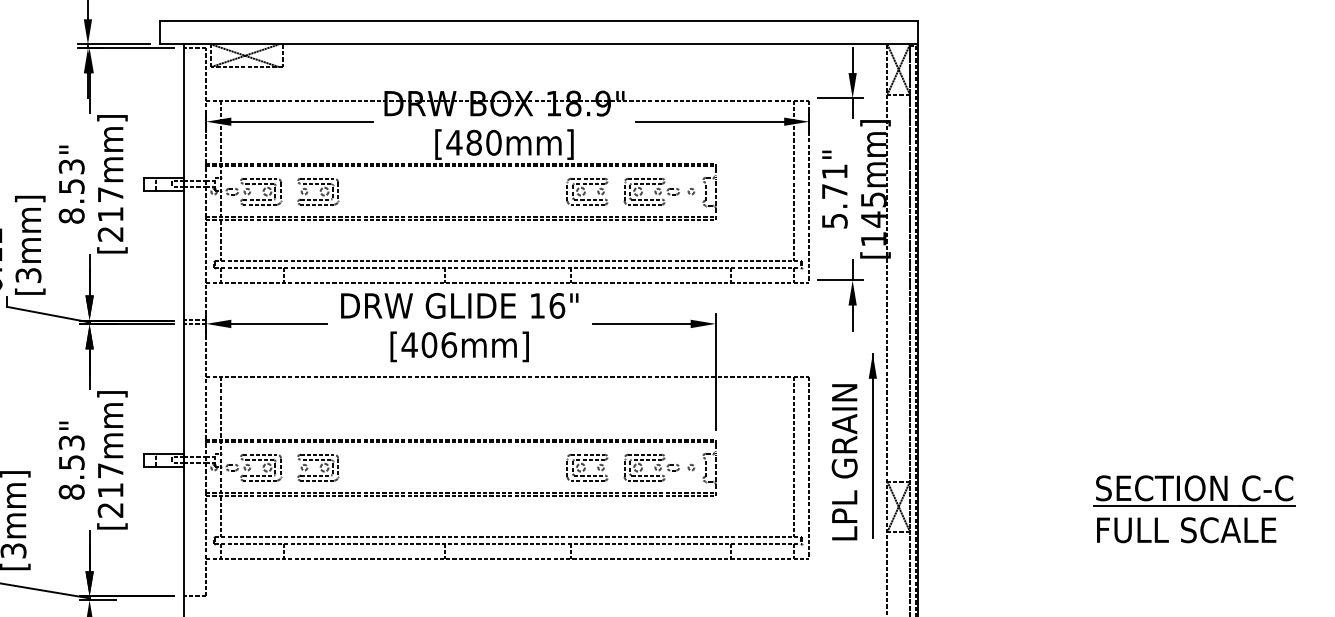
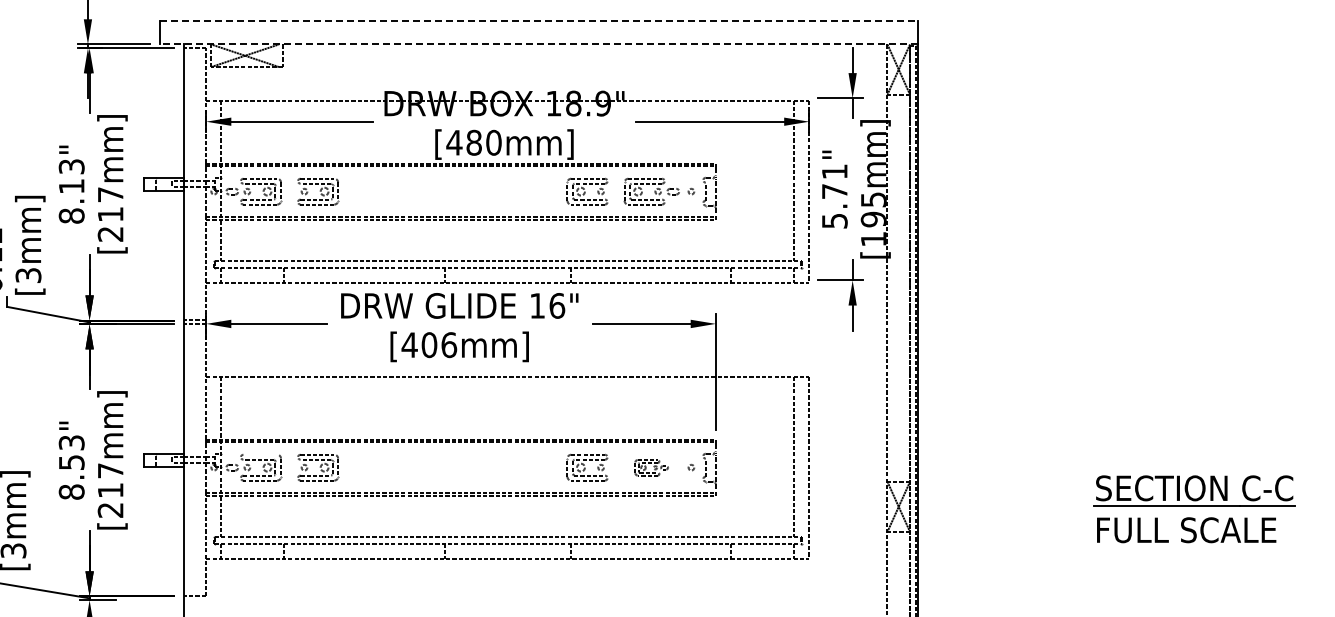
line at (538, 20): solid -> dashed
line at (538, 44): solid -> dashed
text at (71, 186): 8.53" -> 8.13"
text at (873, 219): [145mm] -> [195mm]
part at (853, 446): present -> none
line at (260, 454): present -> none
part at (651, 467) size: 57x28 px -> 35x18 px
